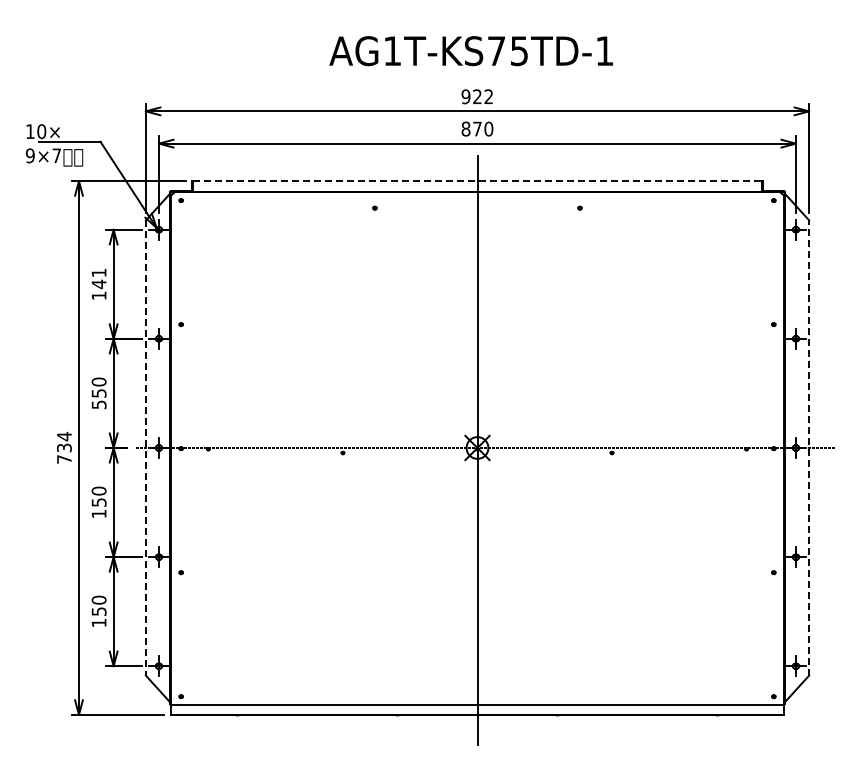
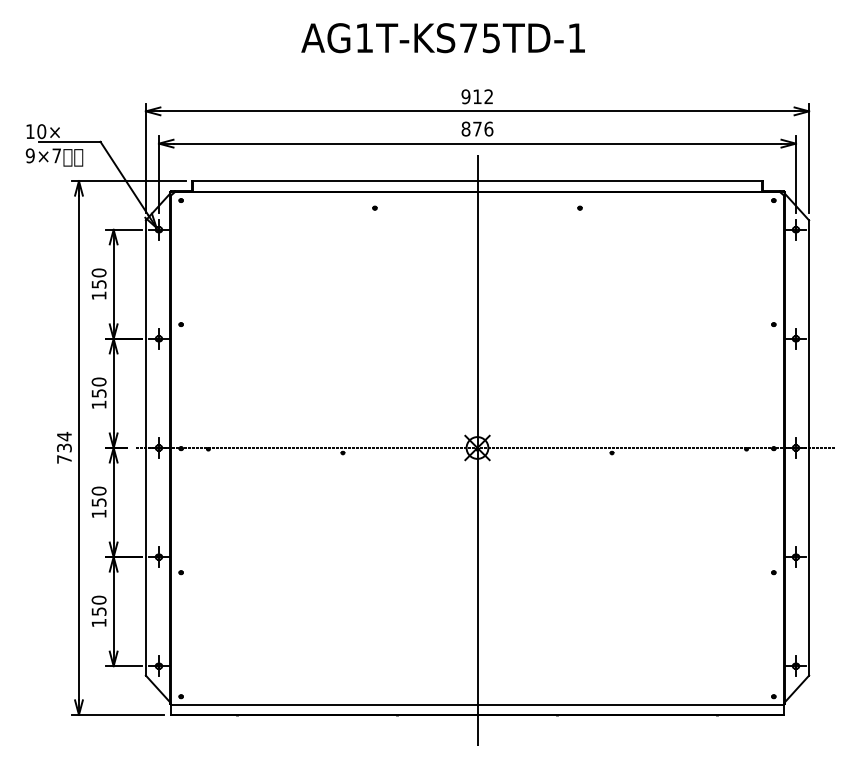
text at (470, 51) position: (470, 51) -> (442, 38)
text at (477, 96): 922 -> 912
text at (488, 128): 870 -> 876
line at (477, 181): dashed -> solid
text at (98, 278): 141 -> 150
text at (98, 404): 550 -> 150
line at (145, 448): dashed -> solid
line at (809, 448): dashed -> solid
